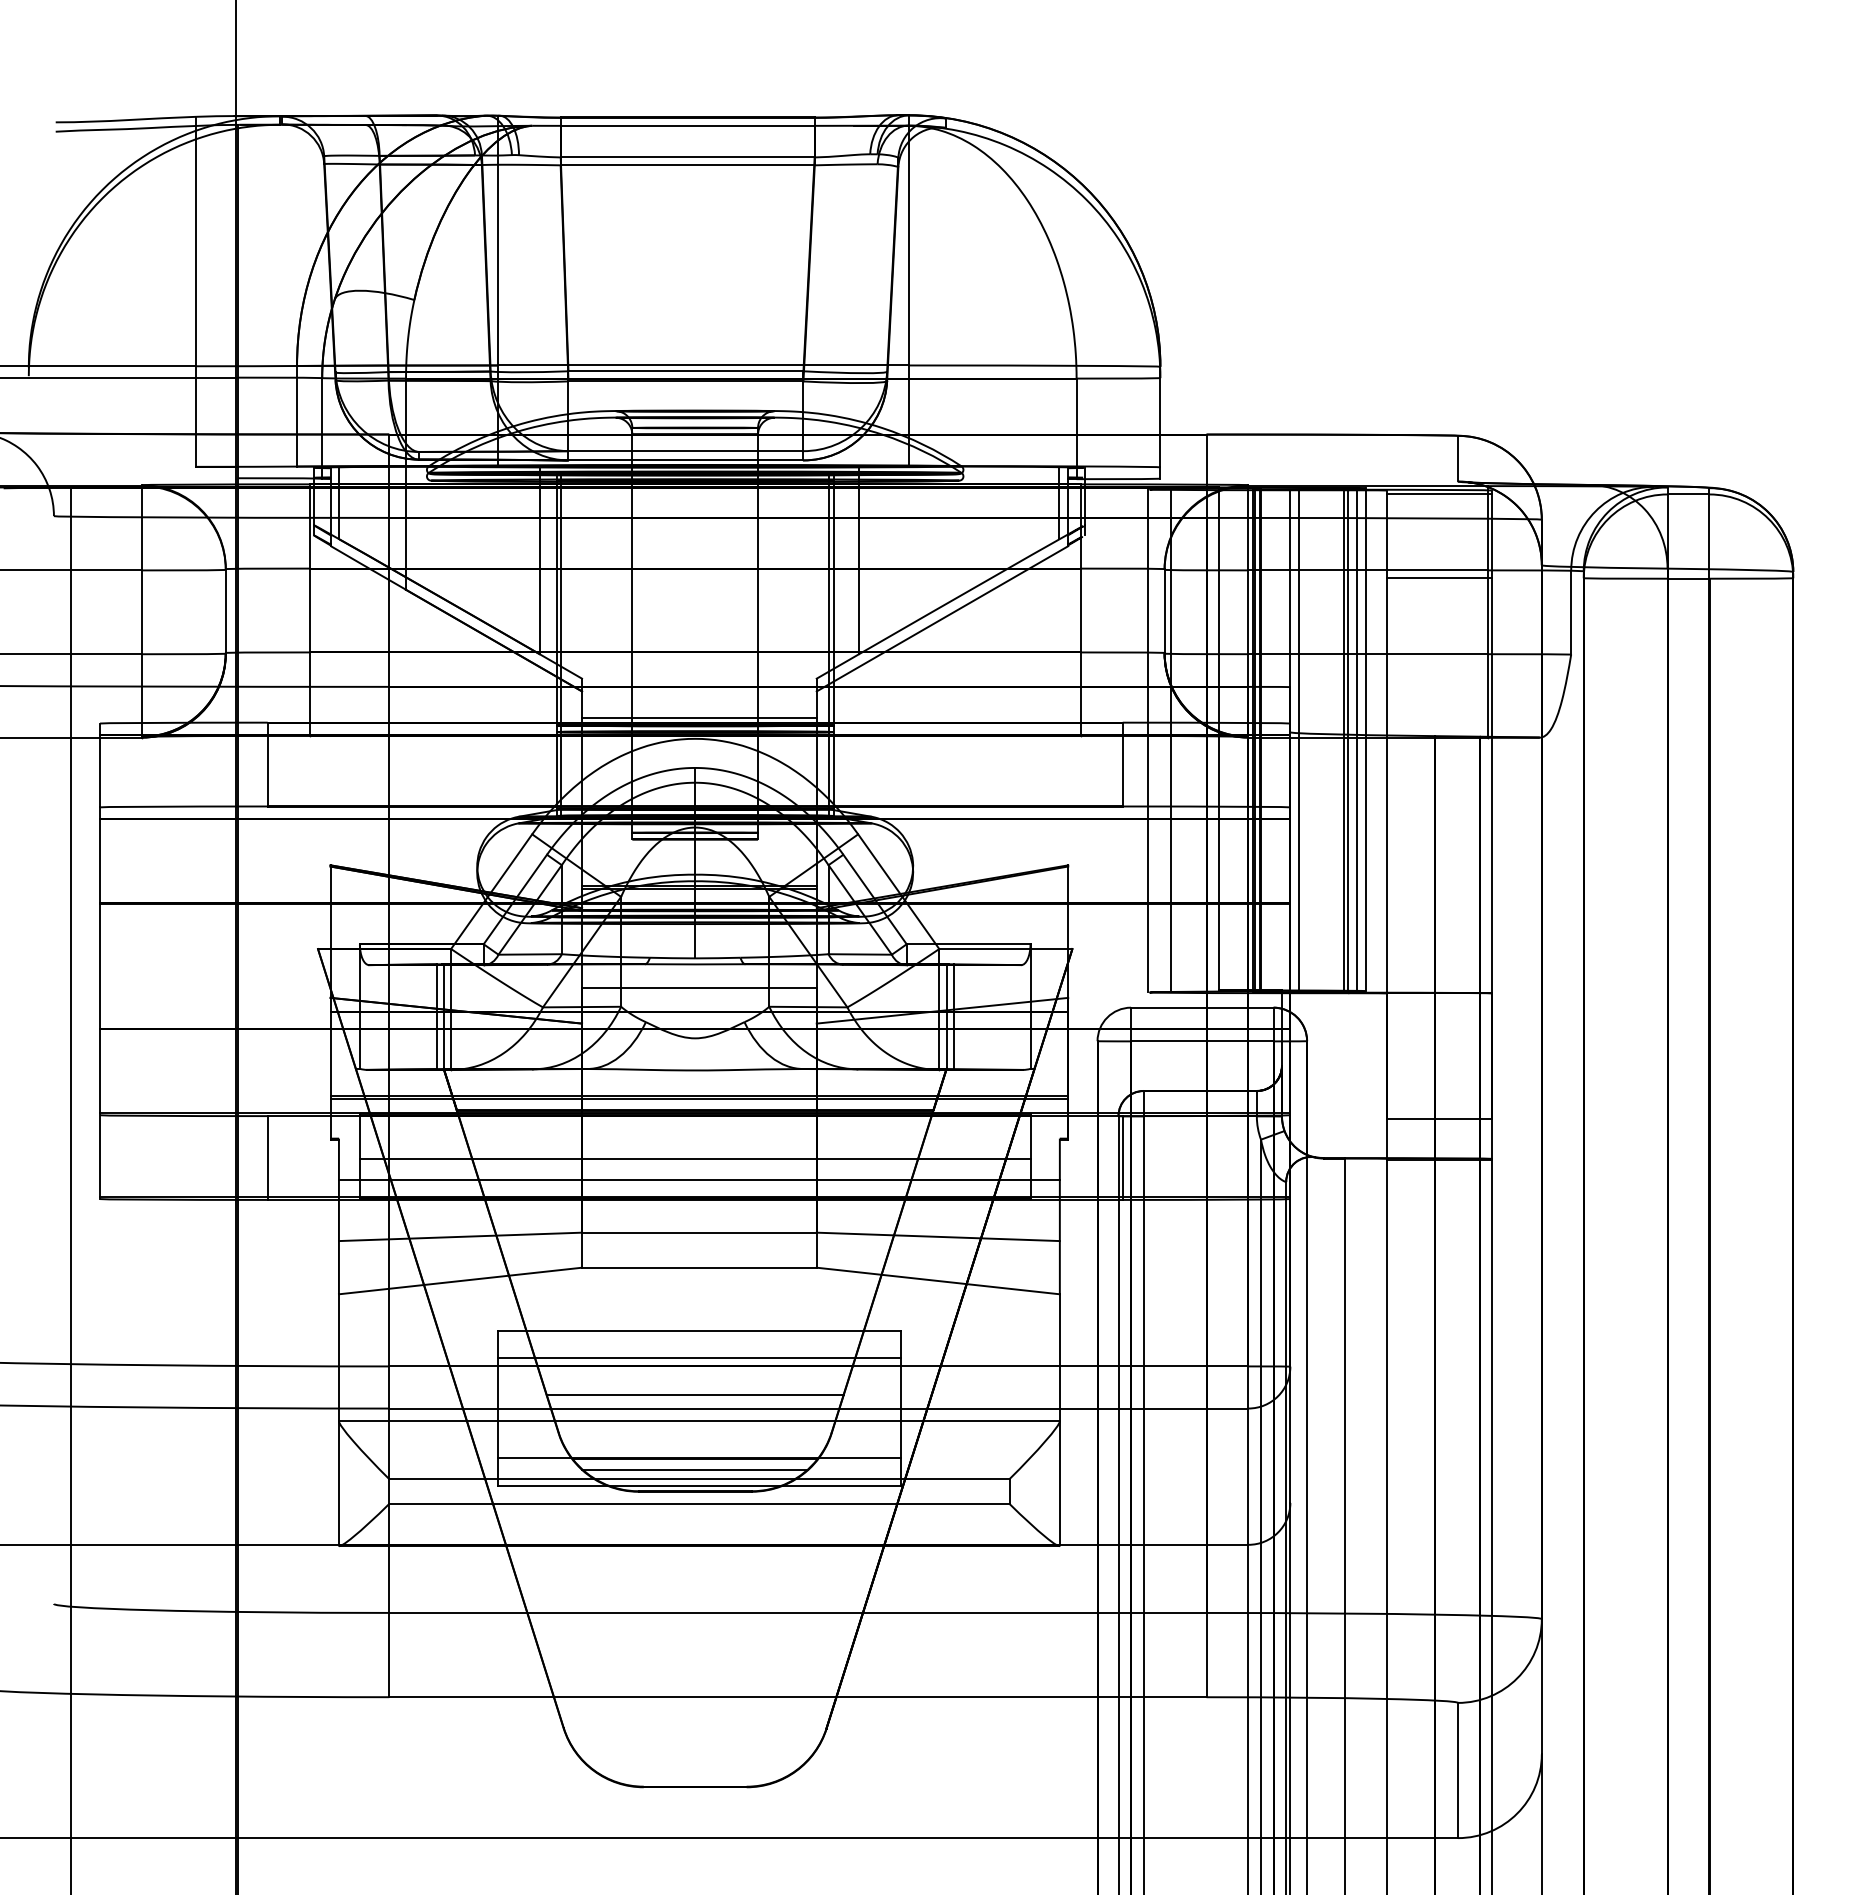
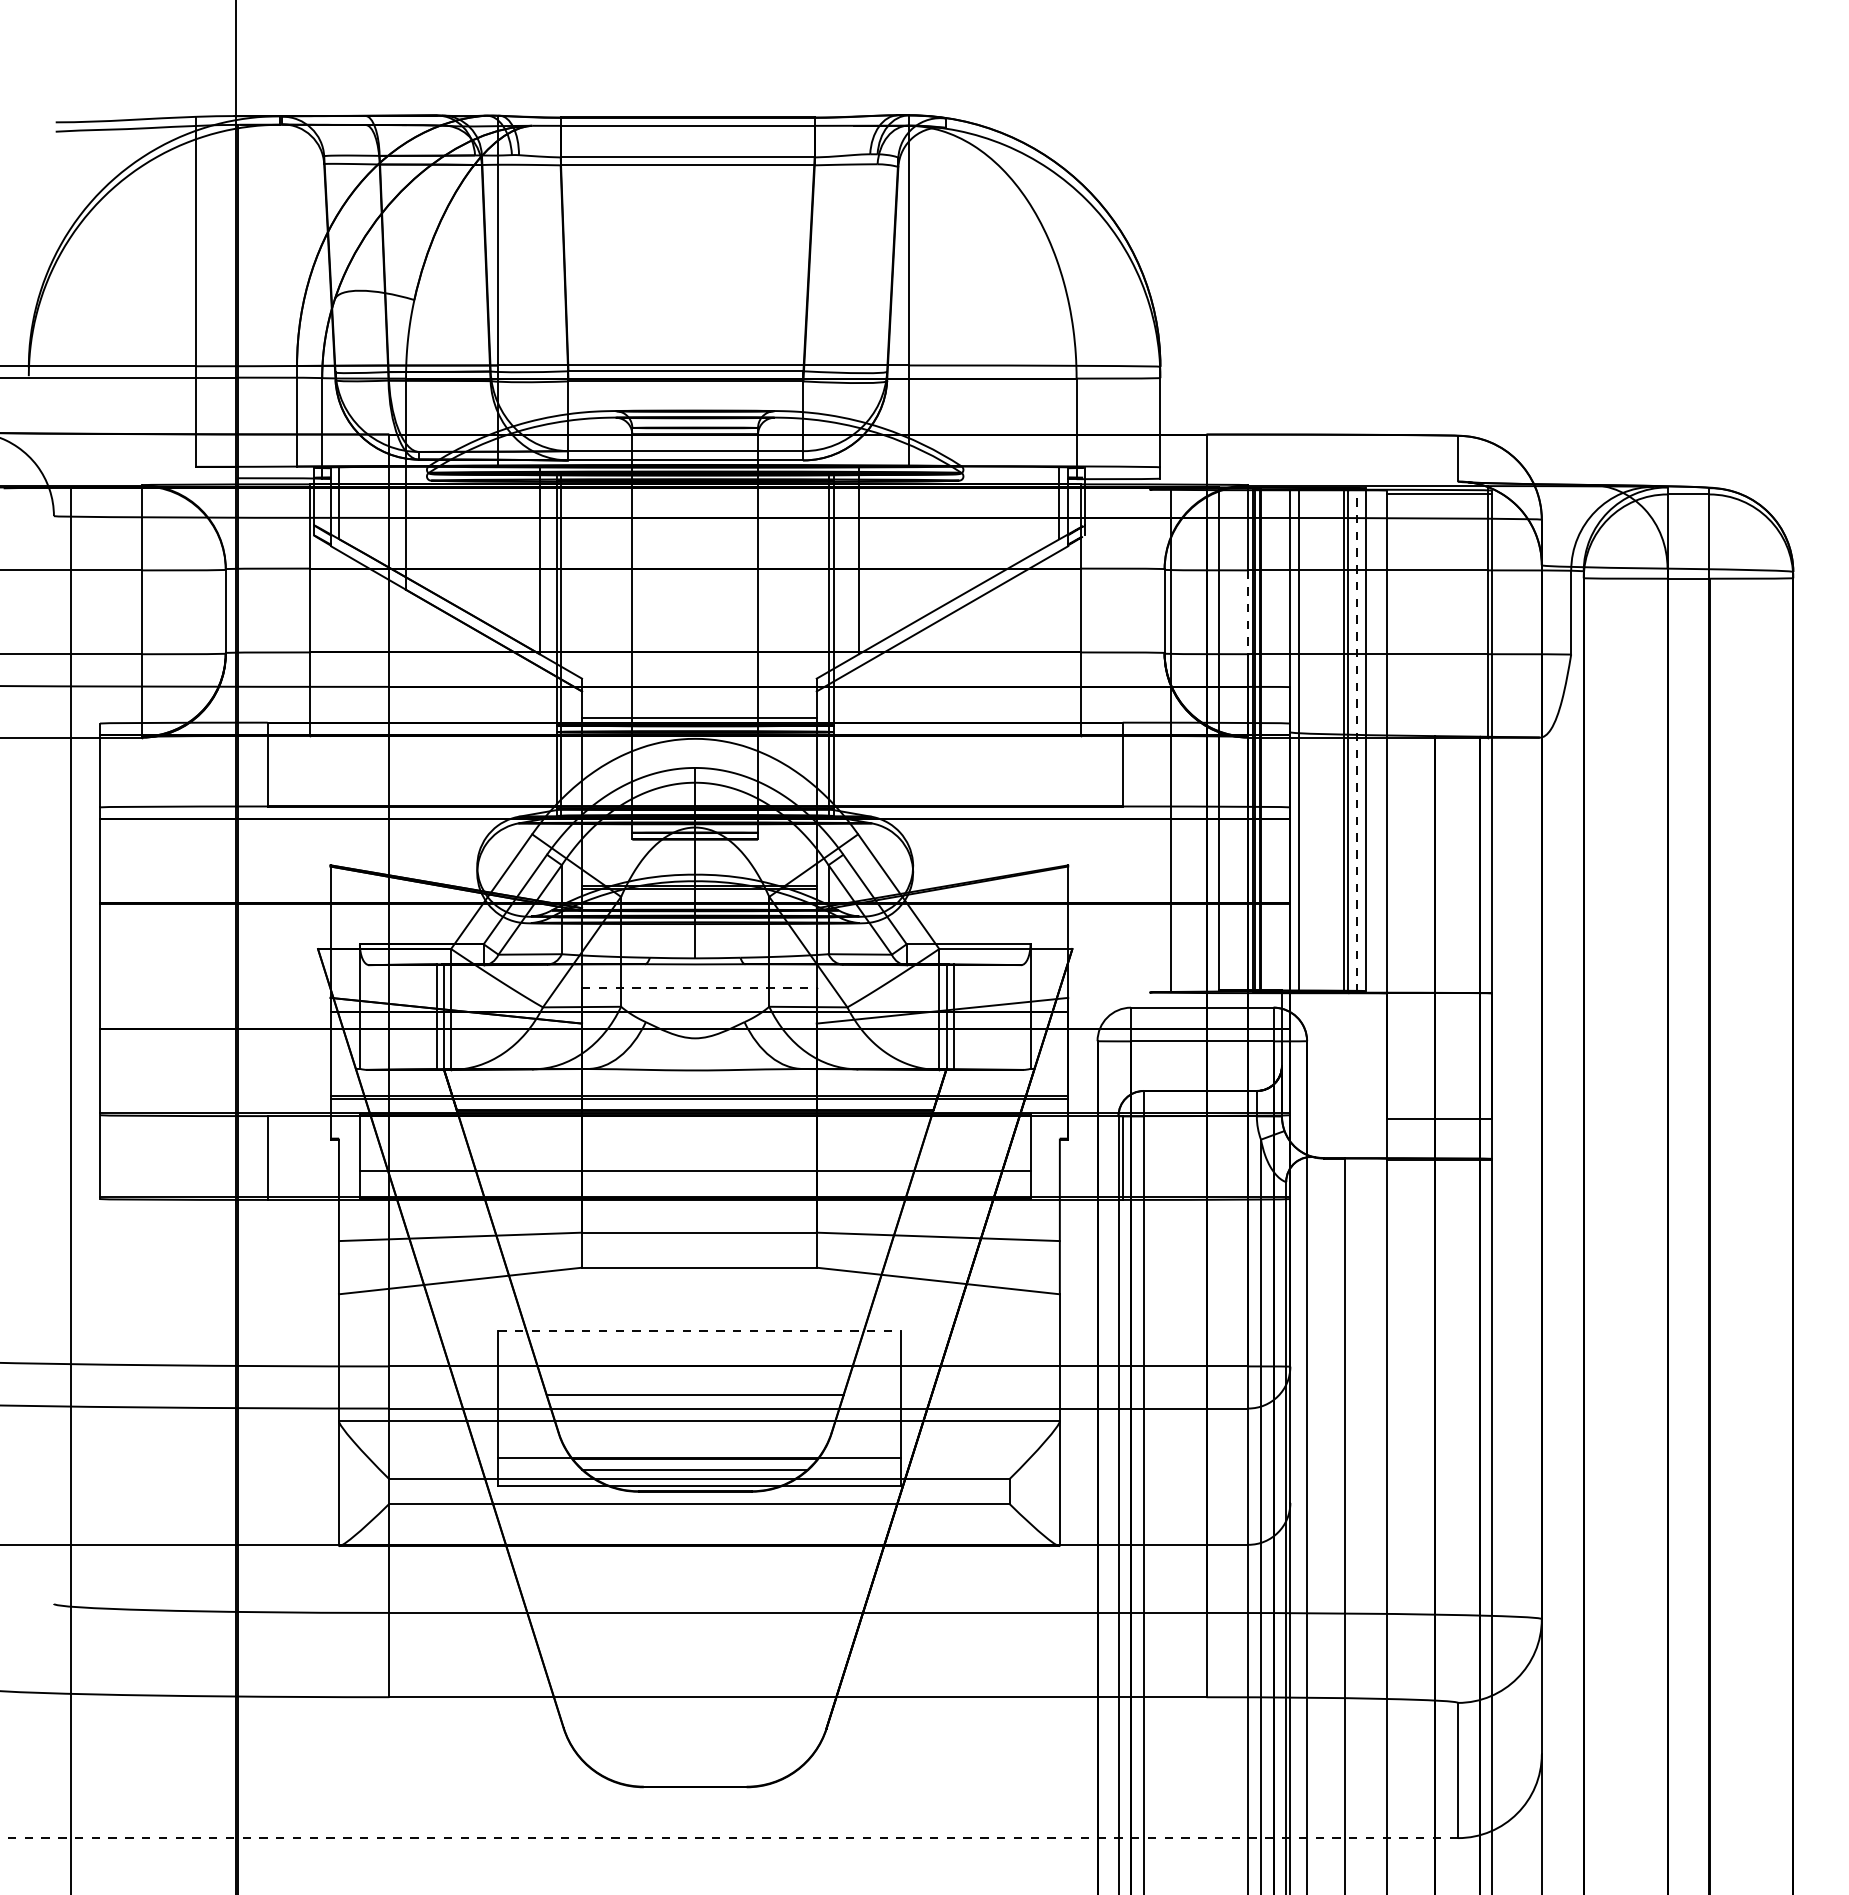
line at (1438, 578): present -> none
line at (1248, 612): solid -> dashed
line at (1147, 740): present -> none
line at (1357, 740): solid -> dashed
line at (699, 988): solid -> dashed
line at (694, 1159) position: (694, 1159) -> (694, 1171)
line at (698, 1180): present -> none
line at (699, 1330): solid -> dashed
line at (699, 1358): present -> none
line at (729, 1838): solid -> dashed
